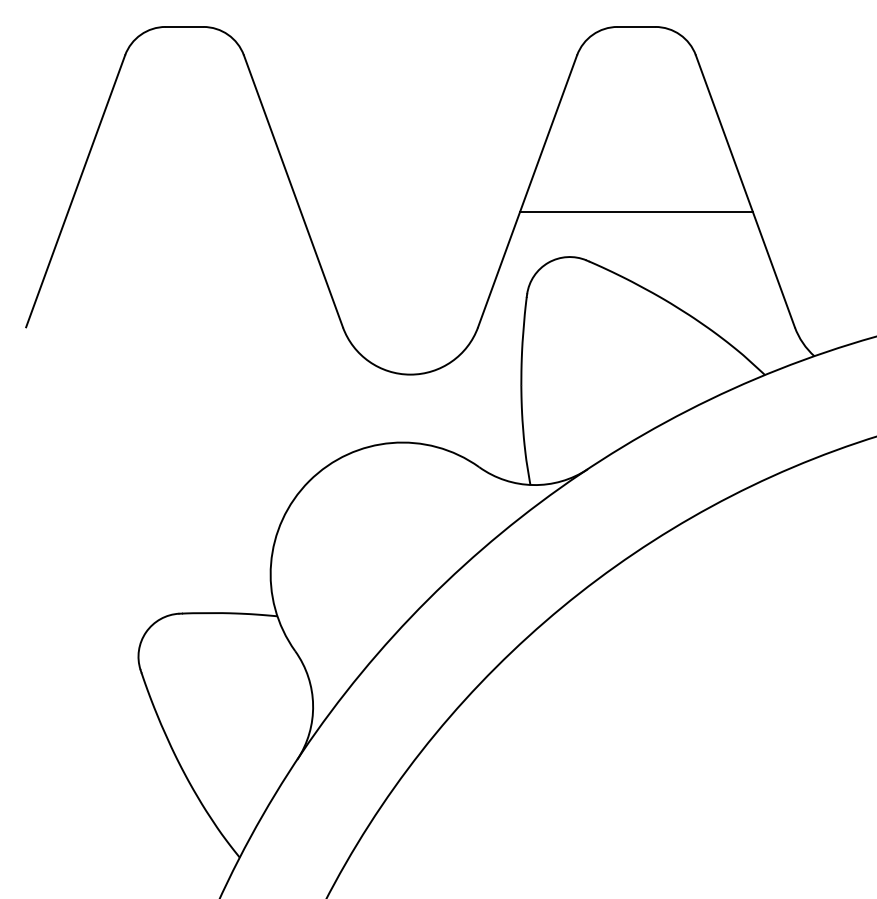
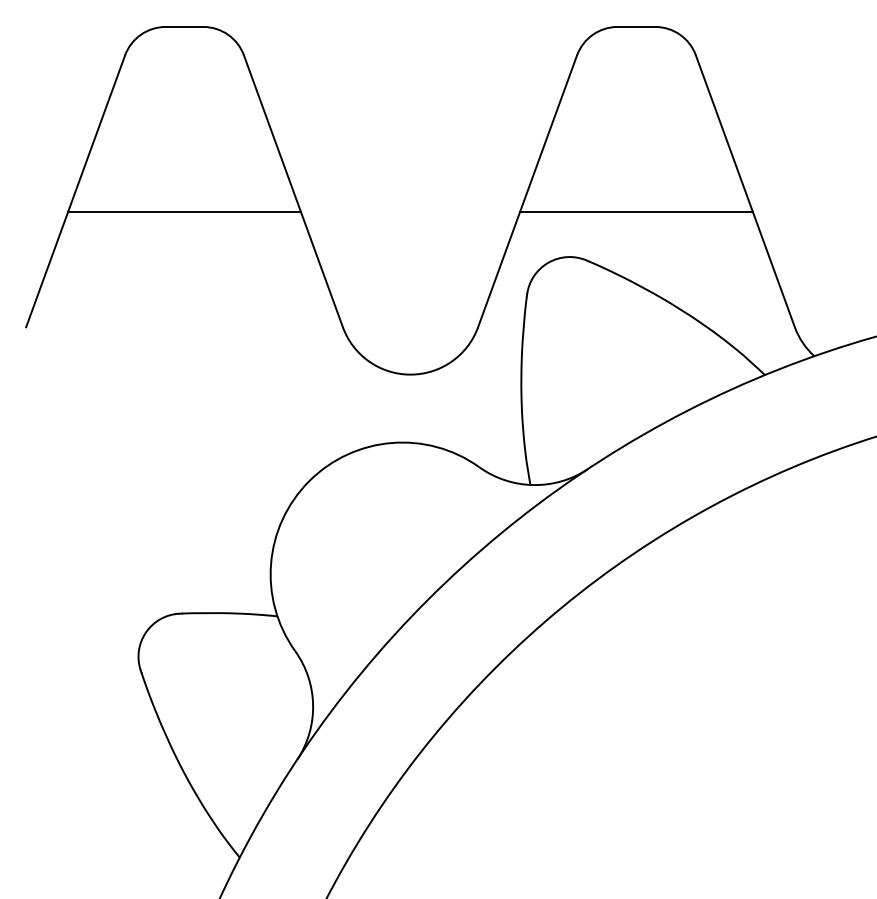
line at (184, 211): none -> present
